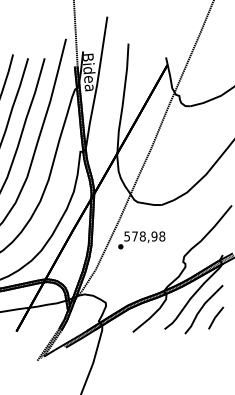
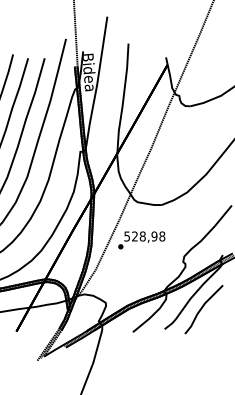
text at (134, 236): 578,98 -> 528,98
line at (216, 317): present -> none
